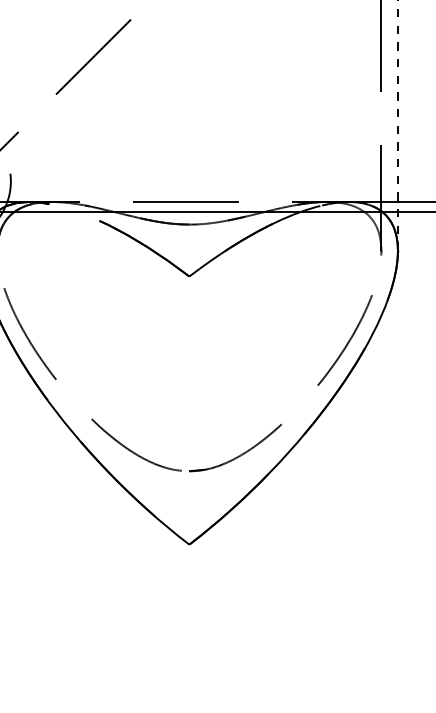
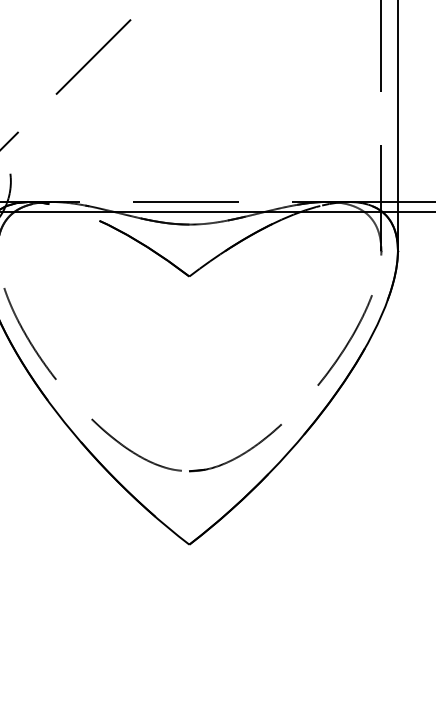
line at (397, 125): dashed -> solid
